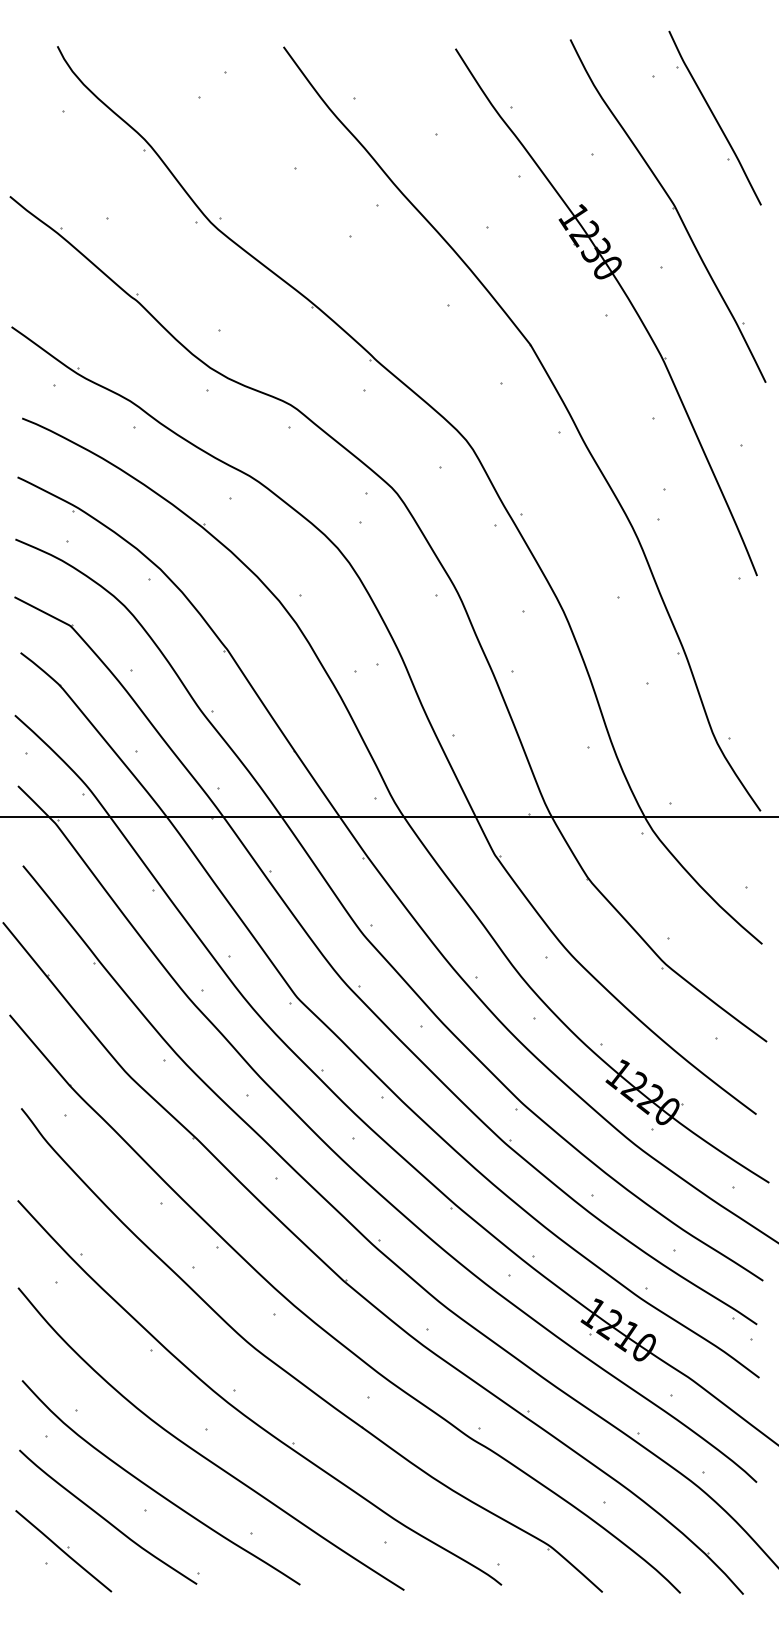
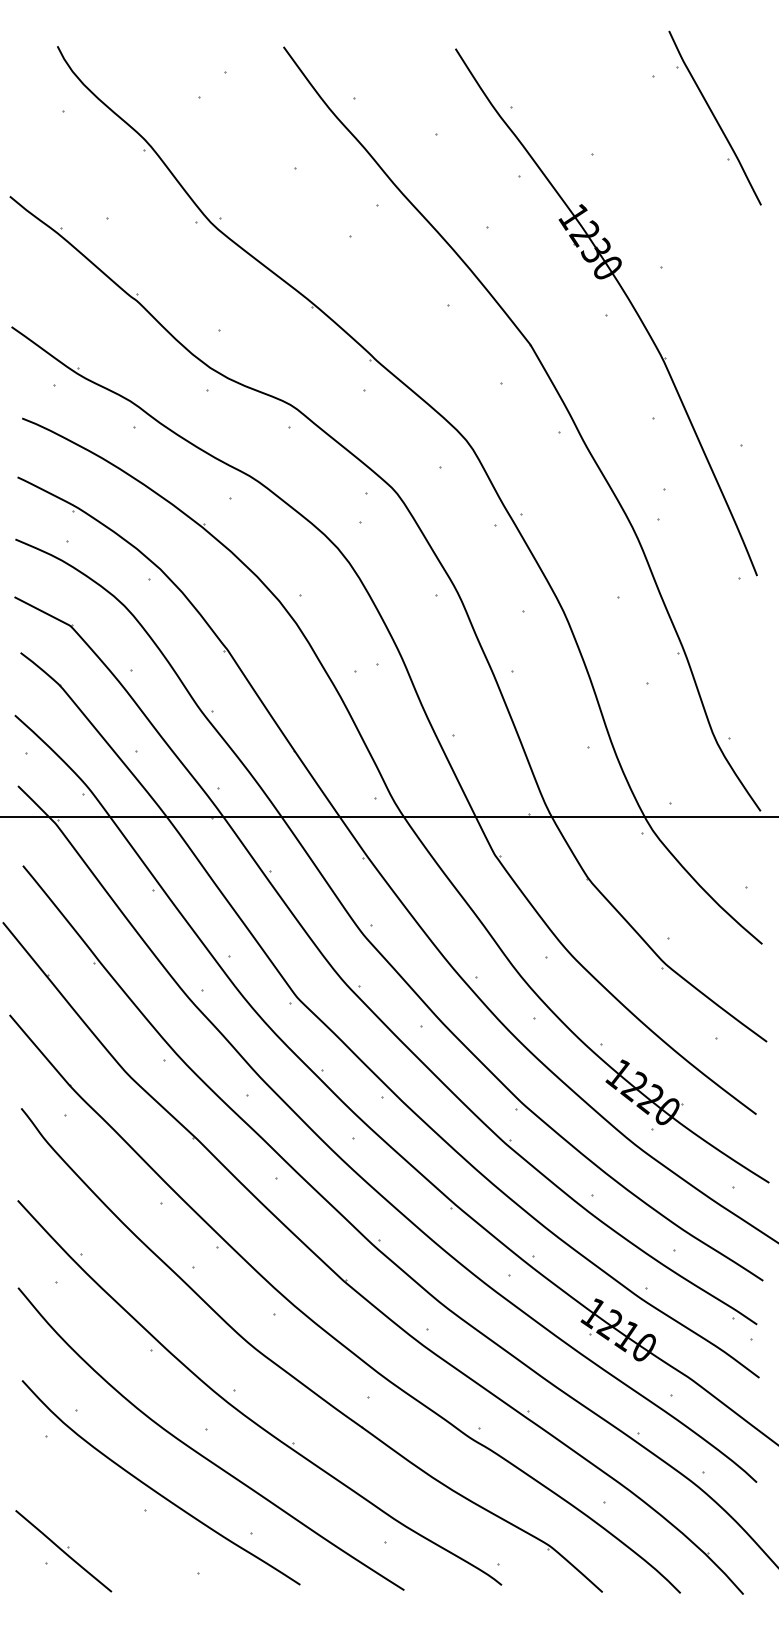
part at (667, 210): present -> none
curve at (105, 1518): present -> none
